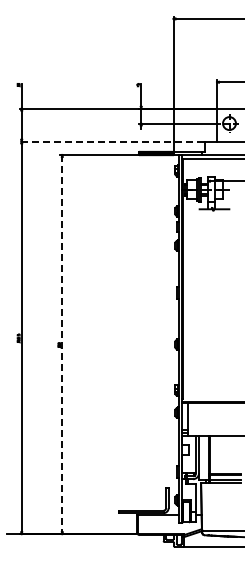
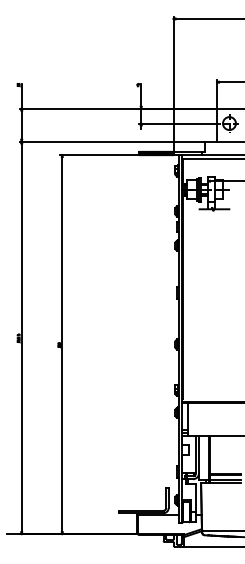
line at (111, 141): dashed -> solid
line at (62, 344): dashed -> solid
